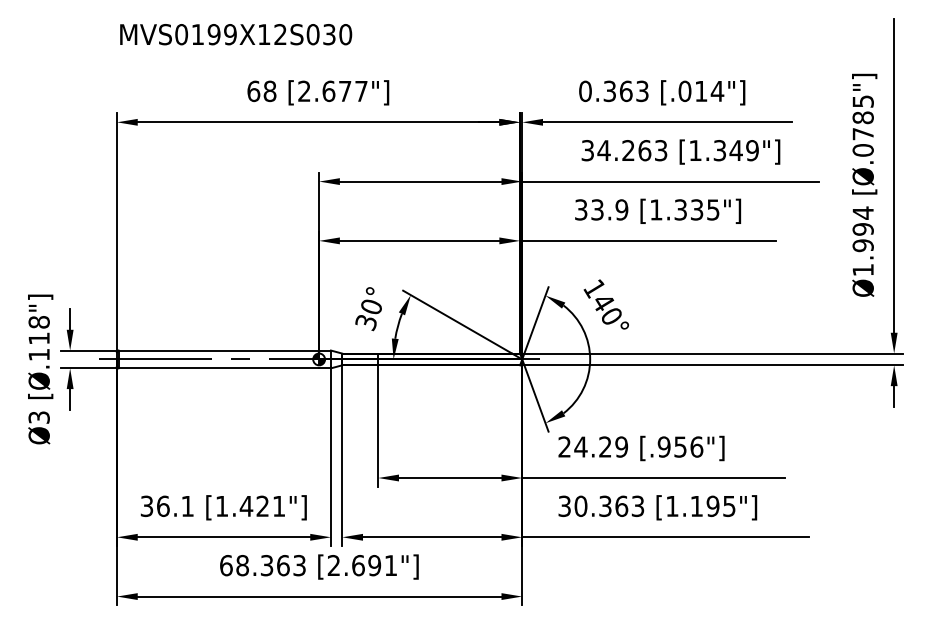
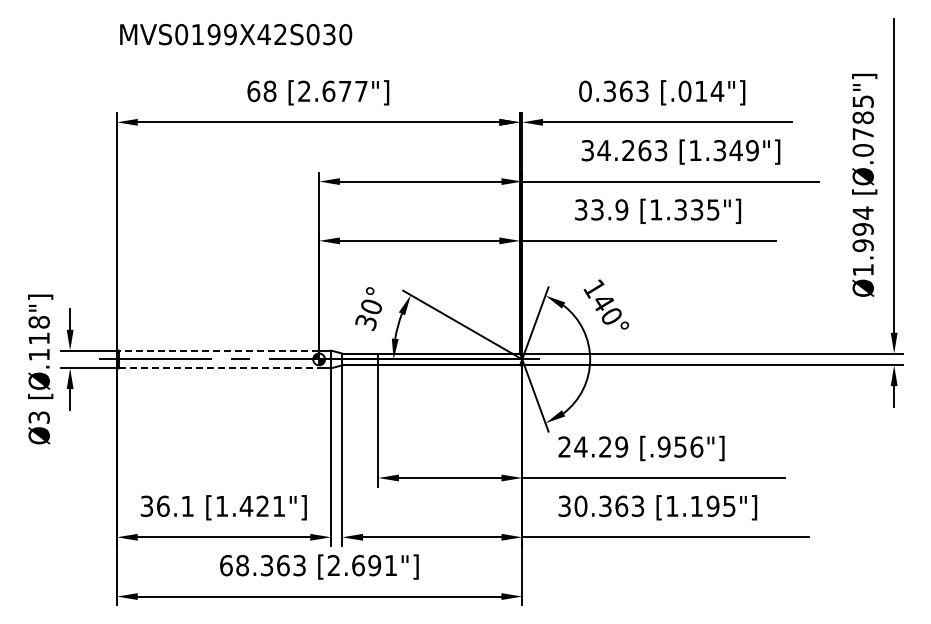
text at (263, 34): MVS0199X12S030 -> MVS0199X42S030
line at (218, 350): solid -> dashed
line at (219, 368): solid -> dashed
